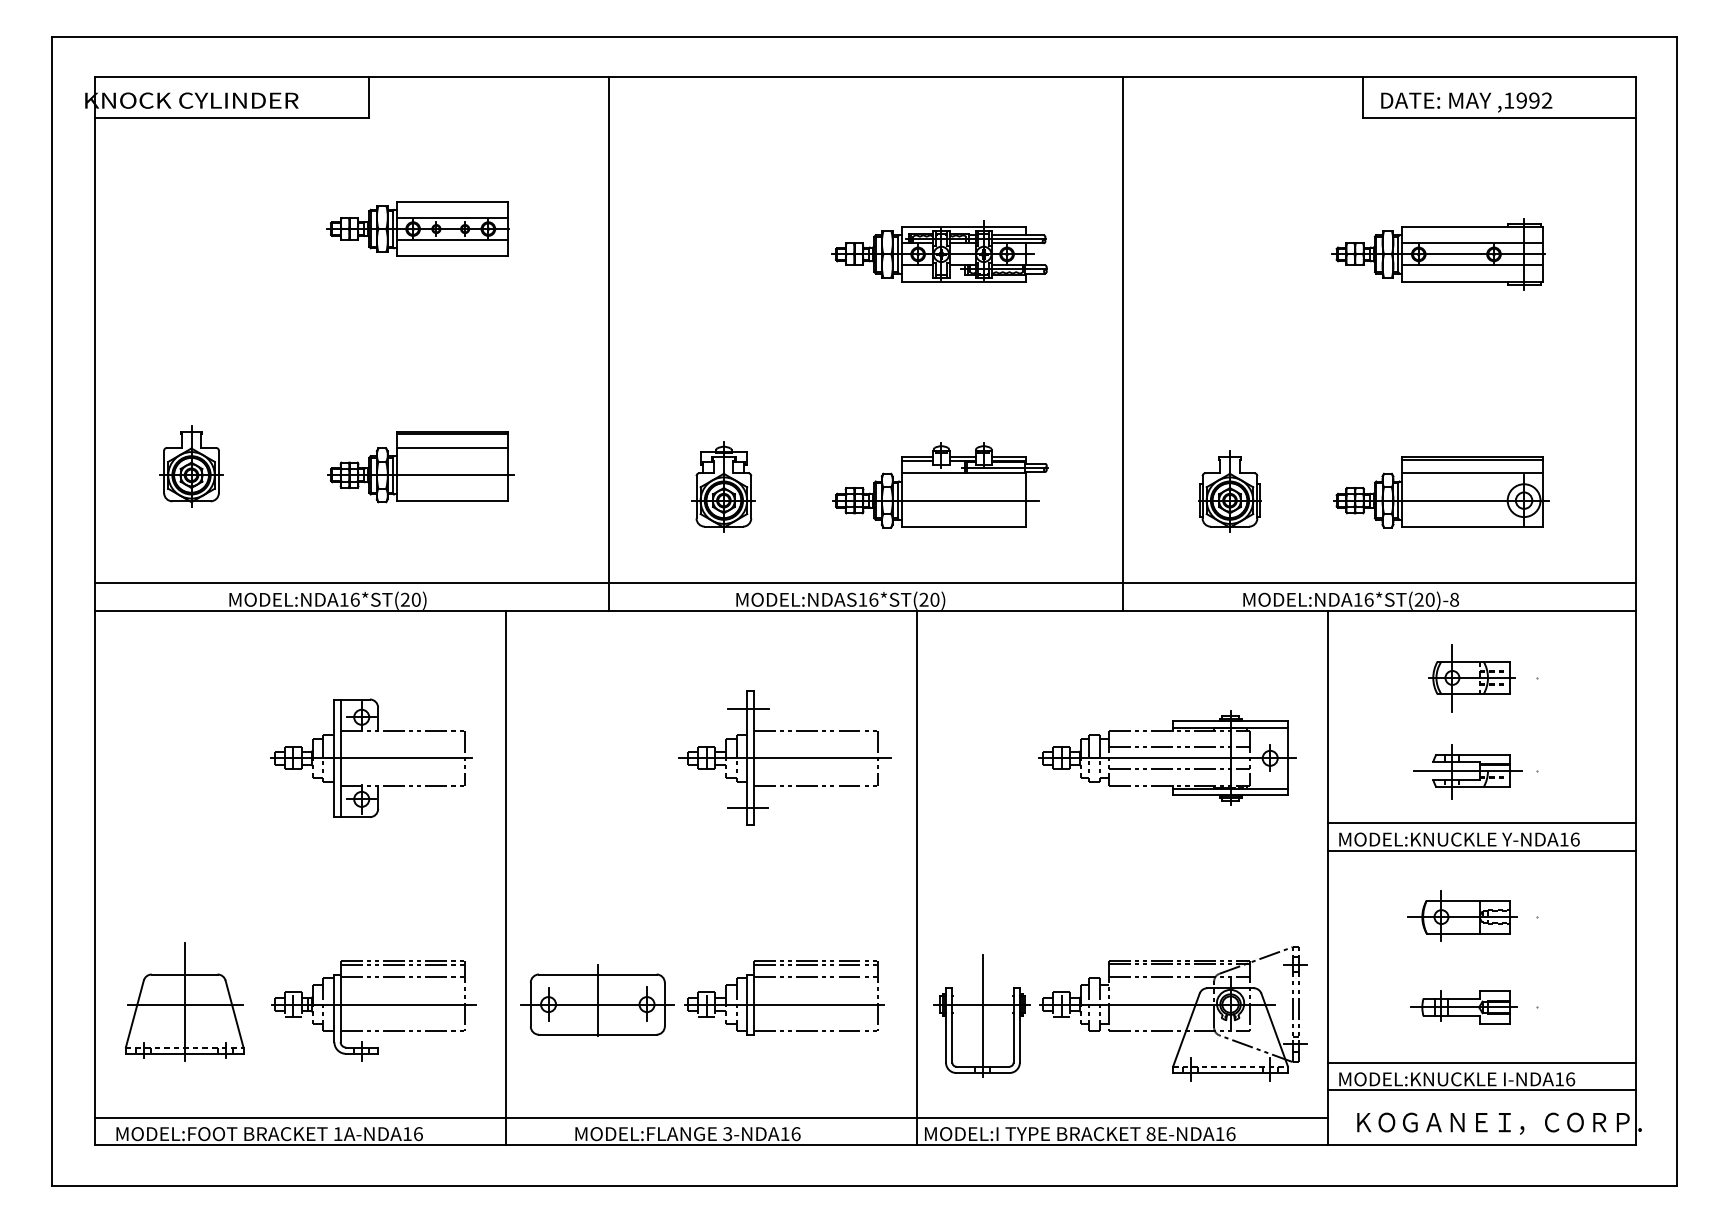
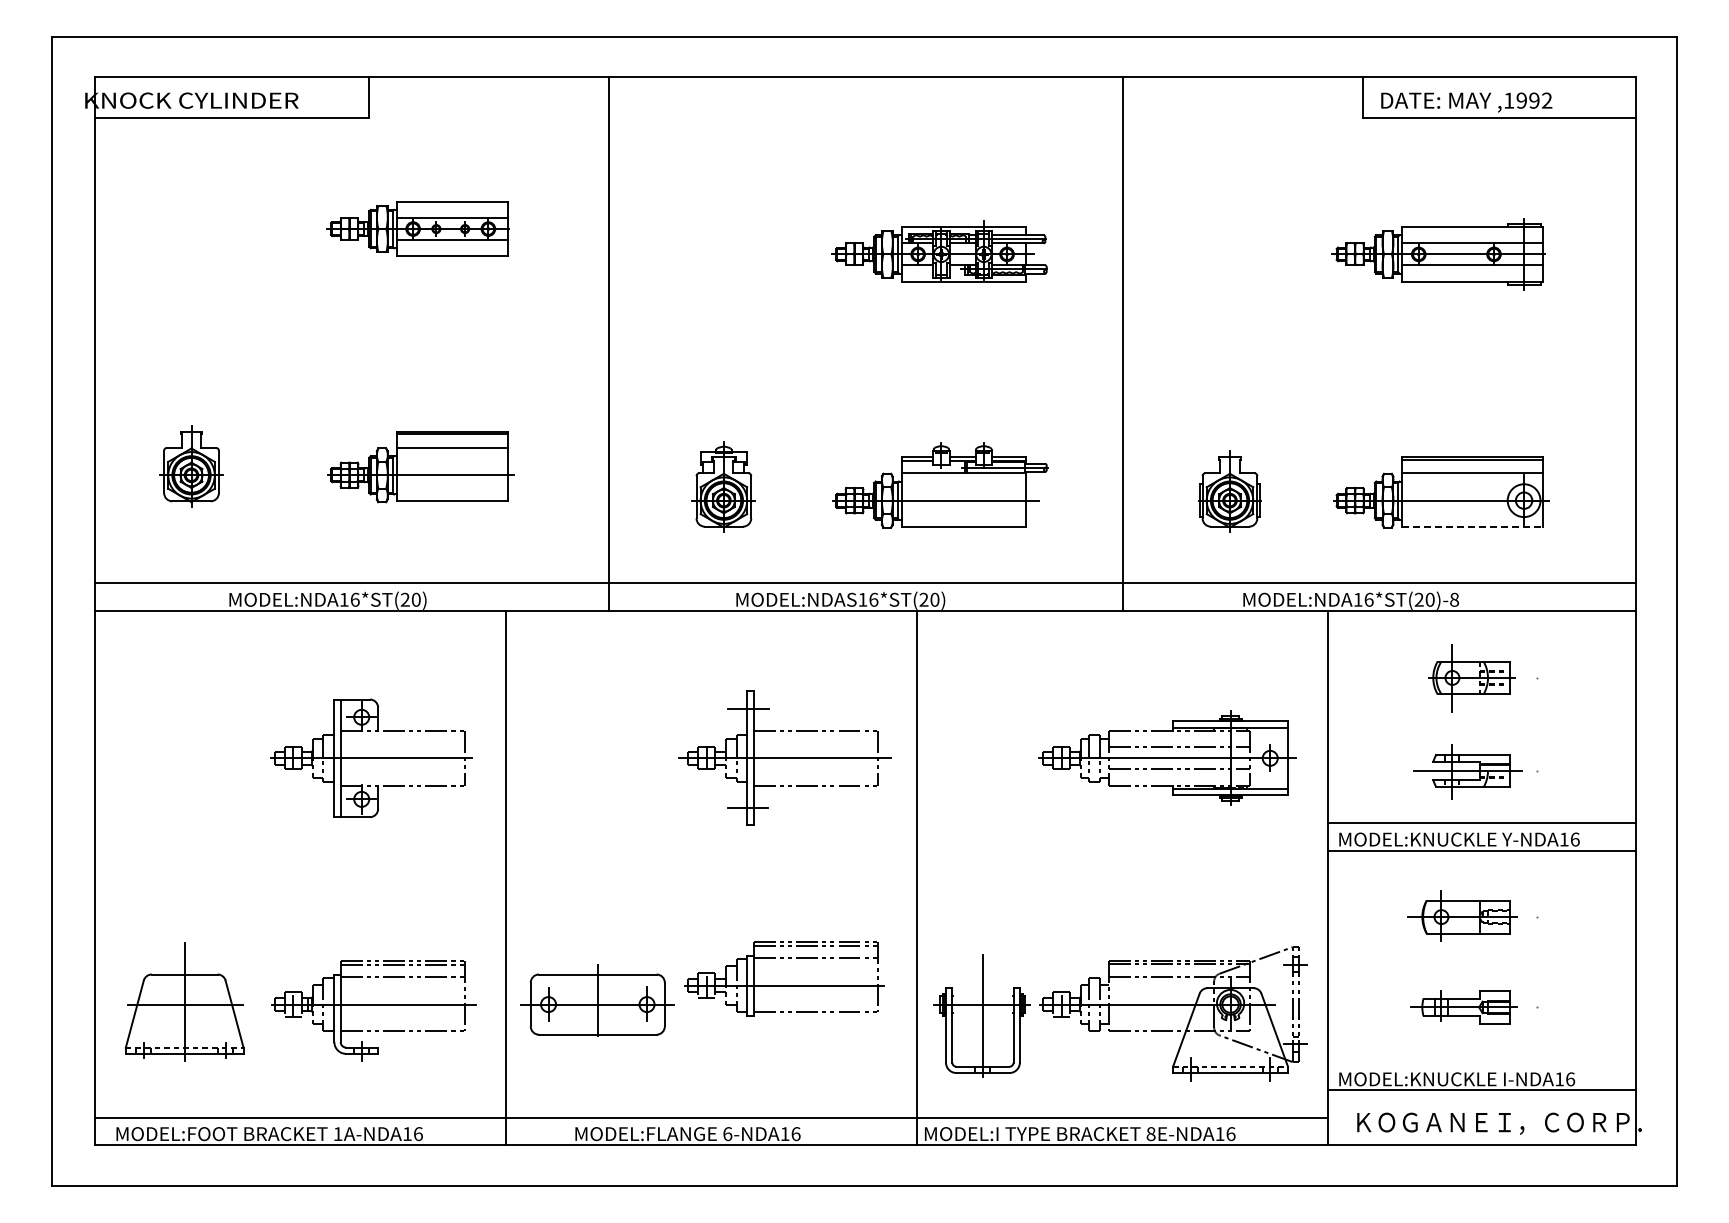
line at (1473, 526): solid -> dashed
part at (784, 1004) position: (784, 1004) -> (784, 985)
line at (1482, 1062): present -> none
text at (727, 1134): 3-NDA16 -> 6-NDA16
